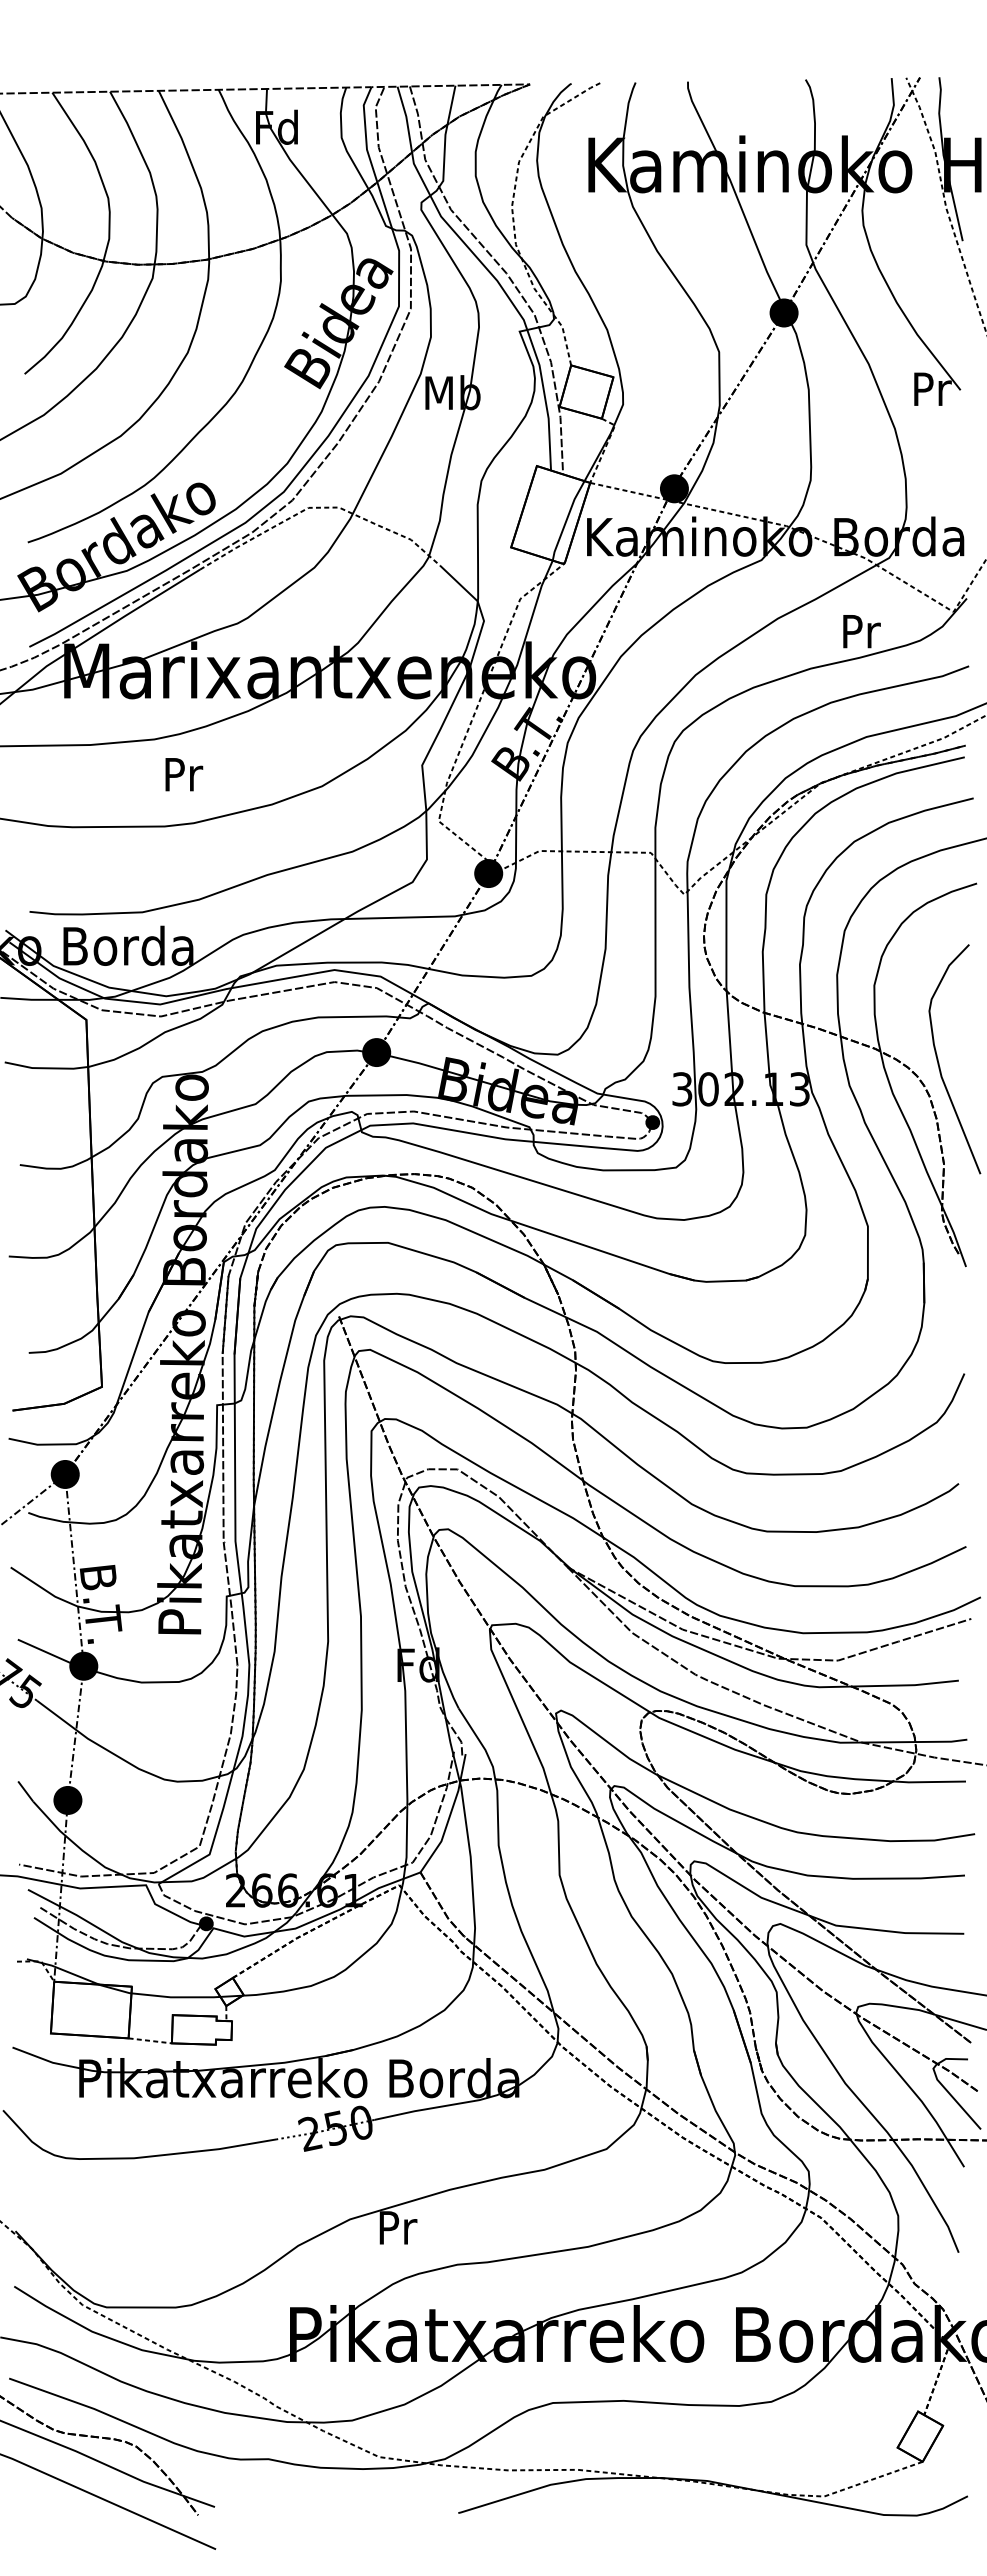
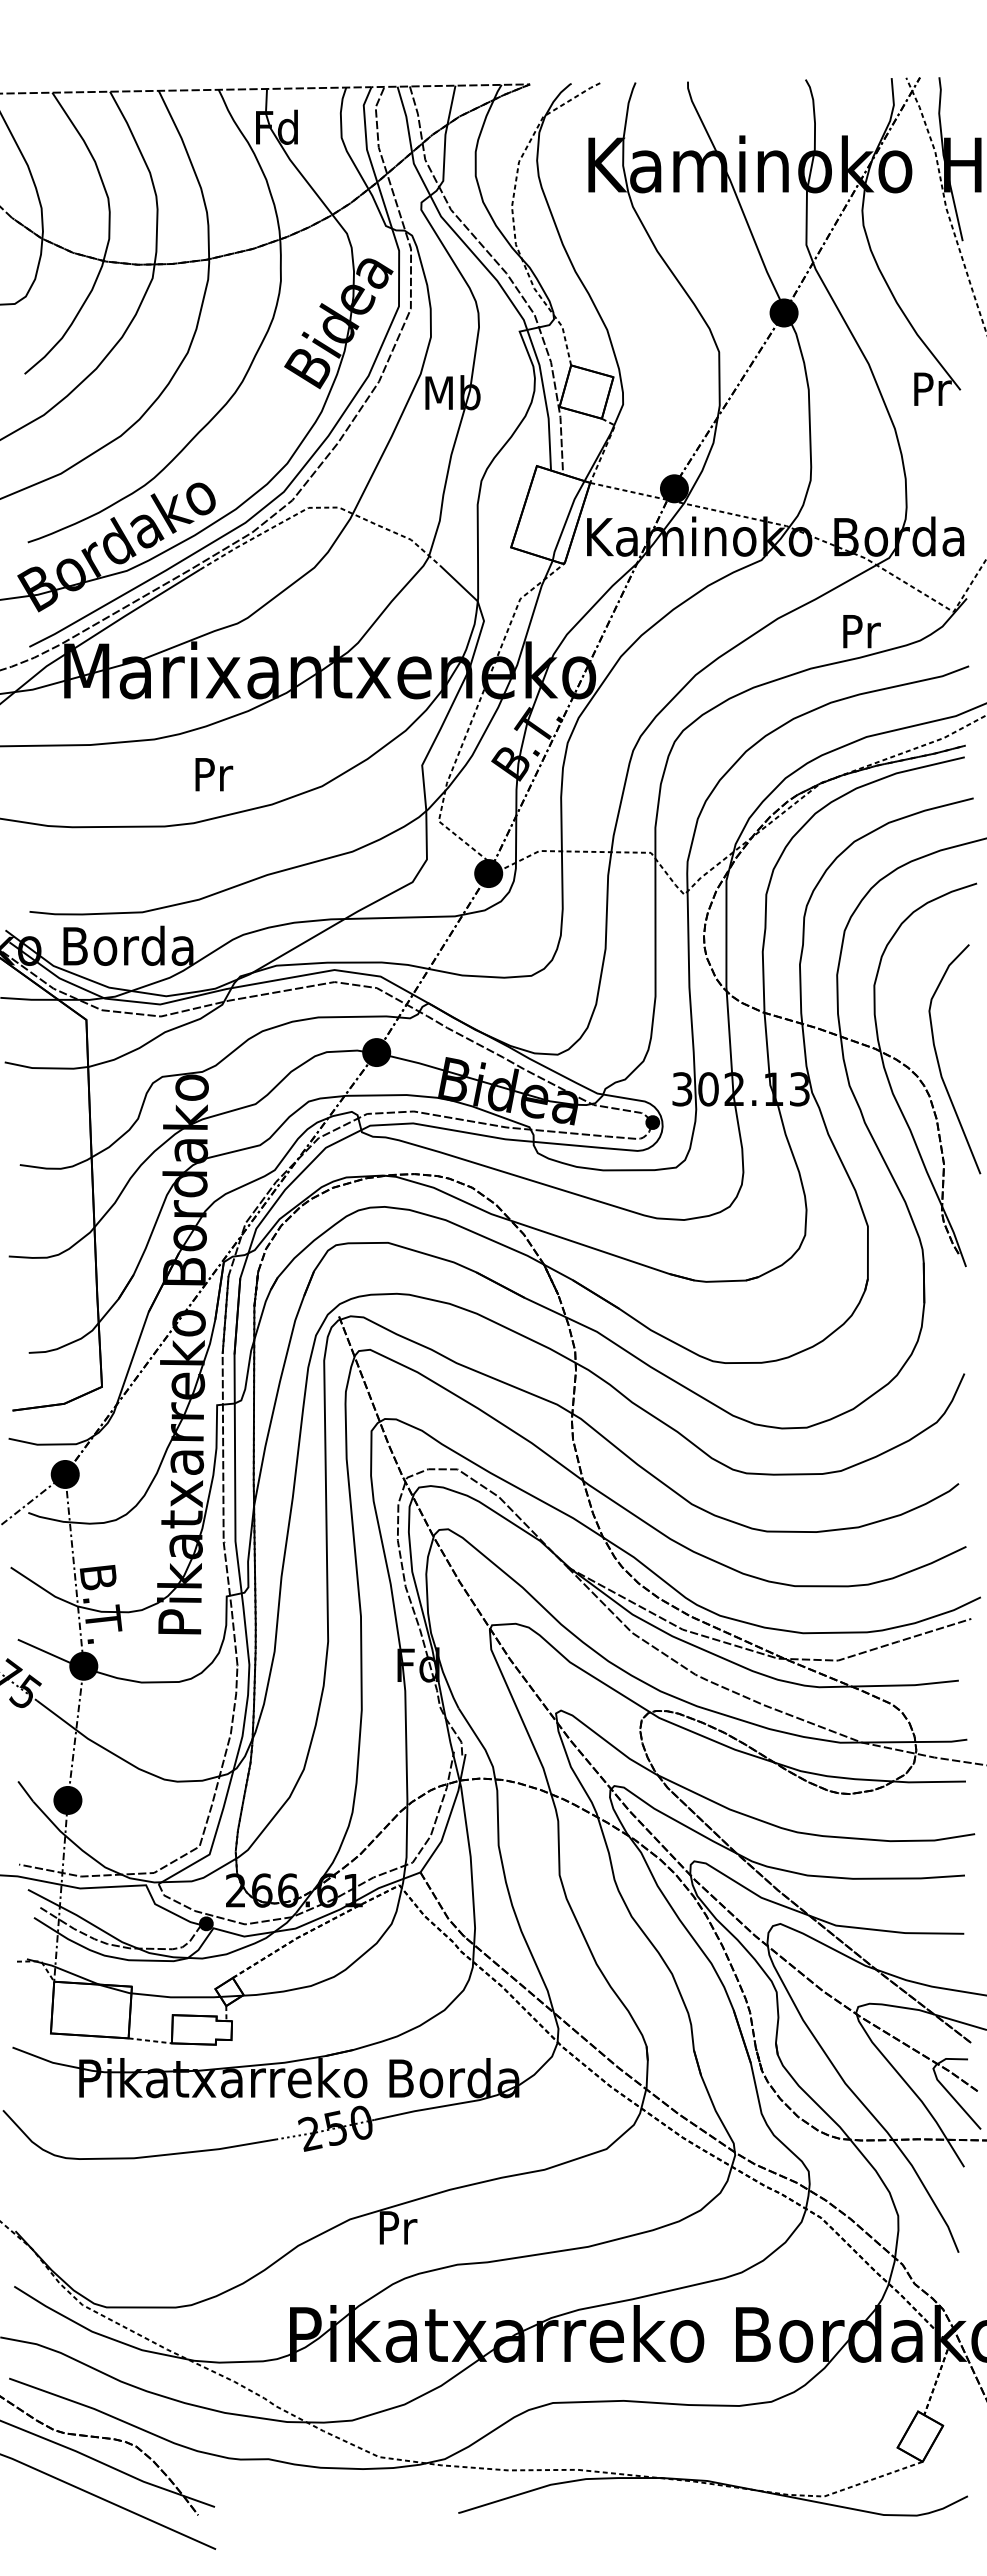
text at (184, 774) position: (184, 774) -> (214, 774)
